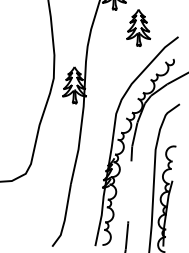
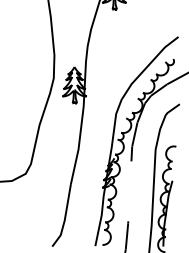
part at (138, 27): present -> none
